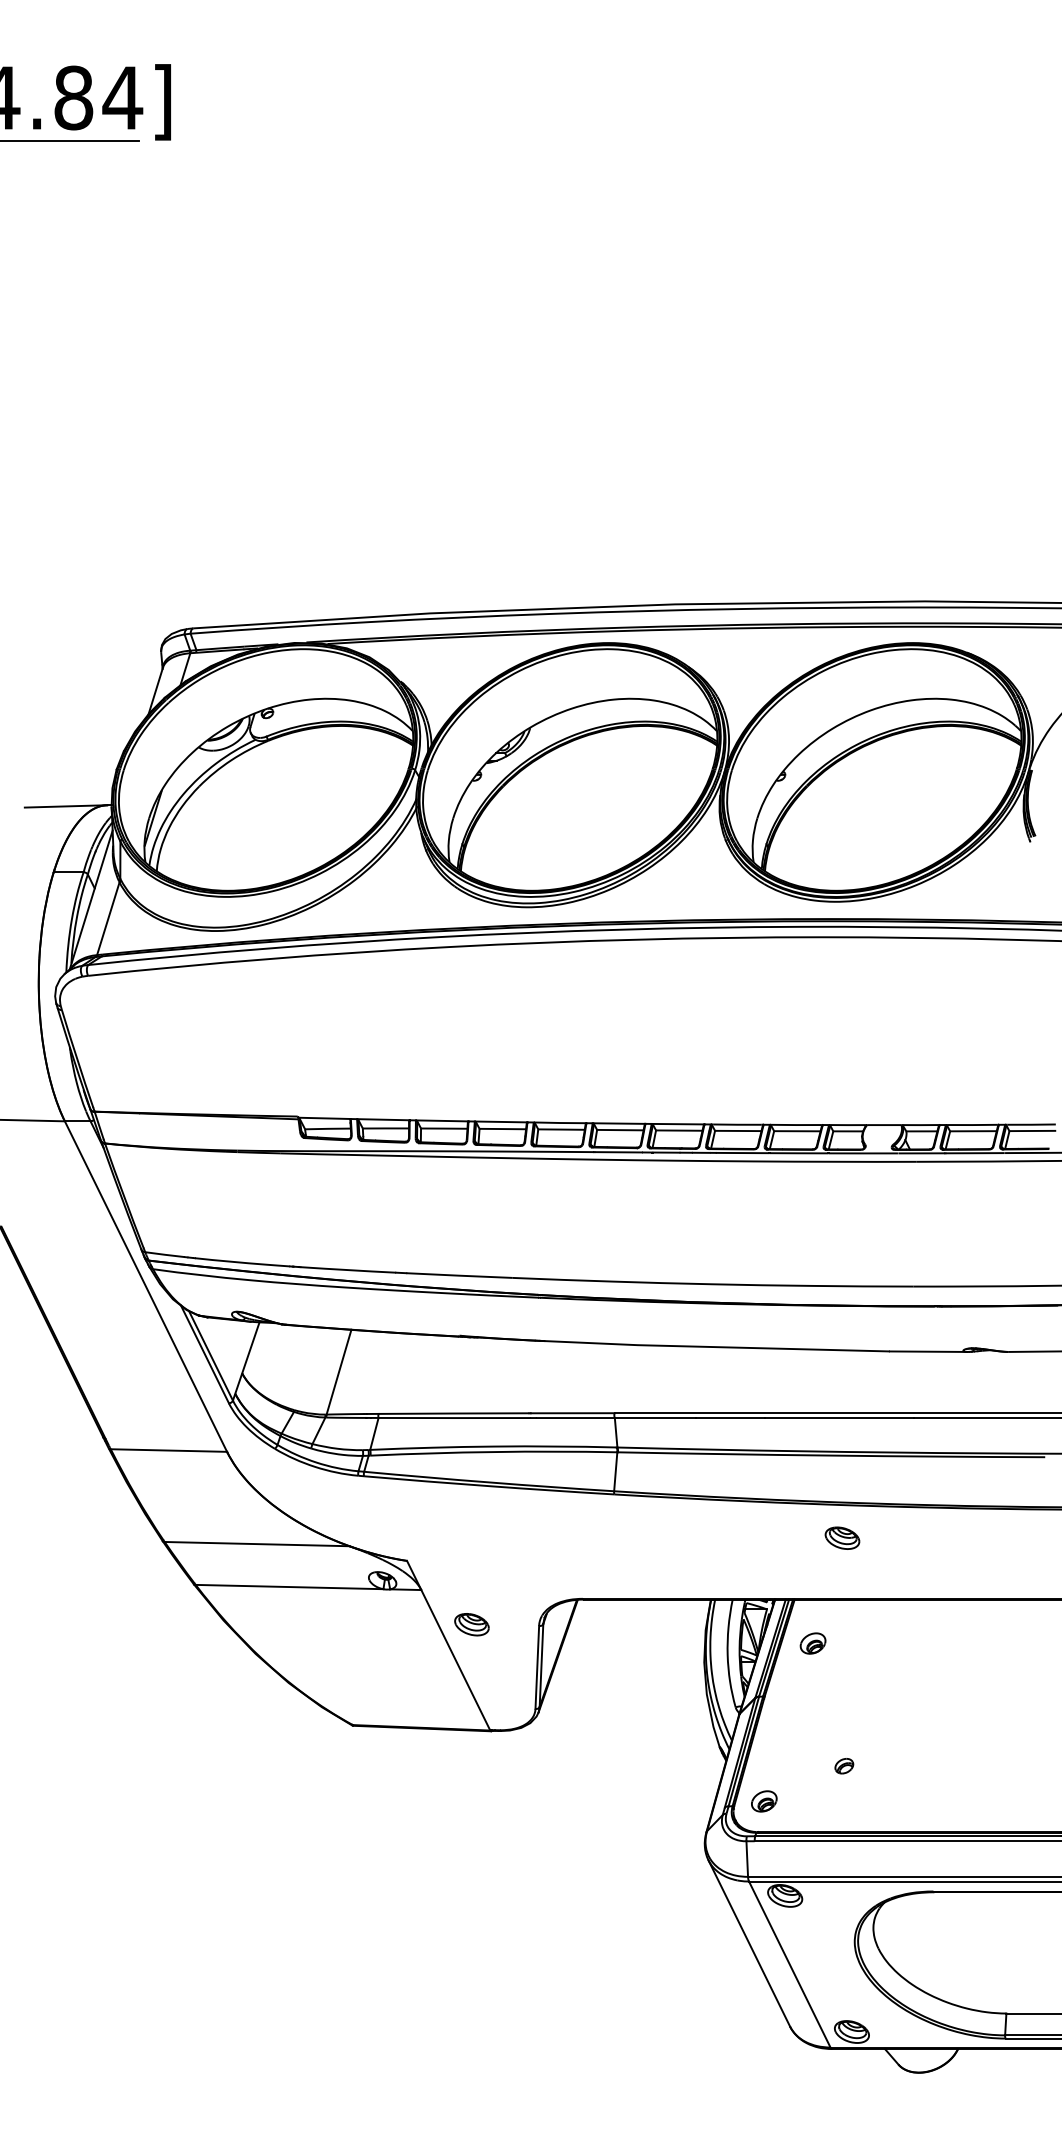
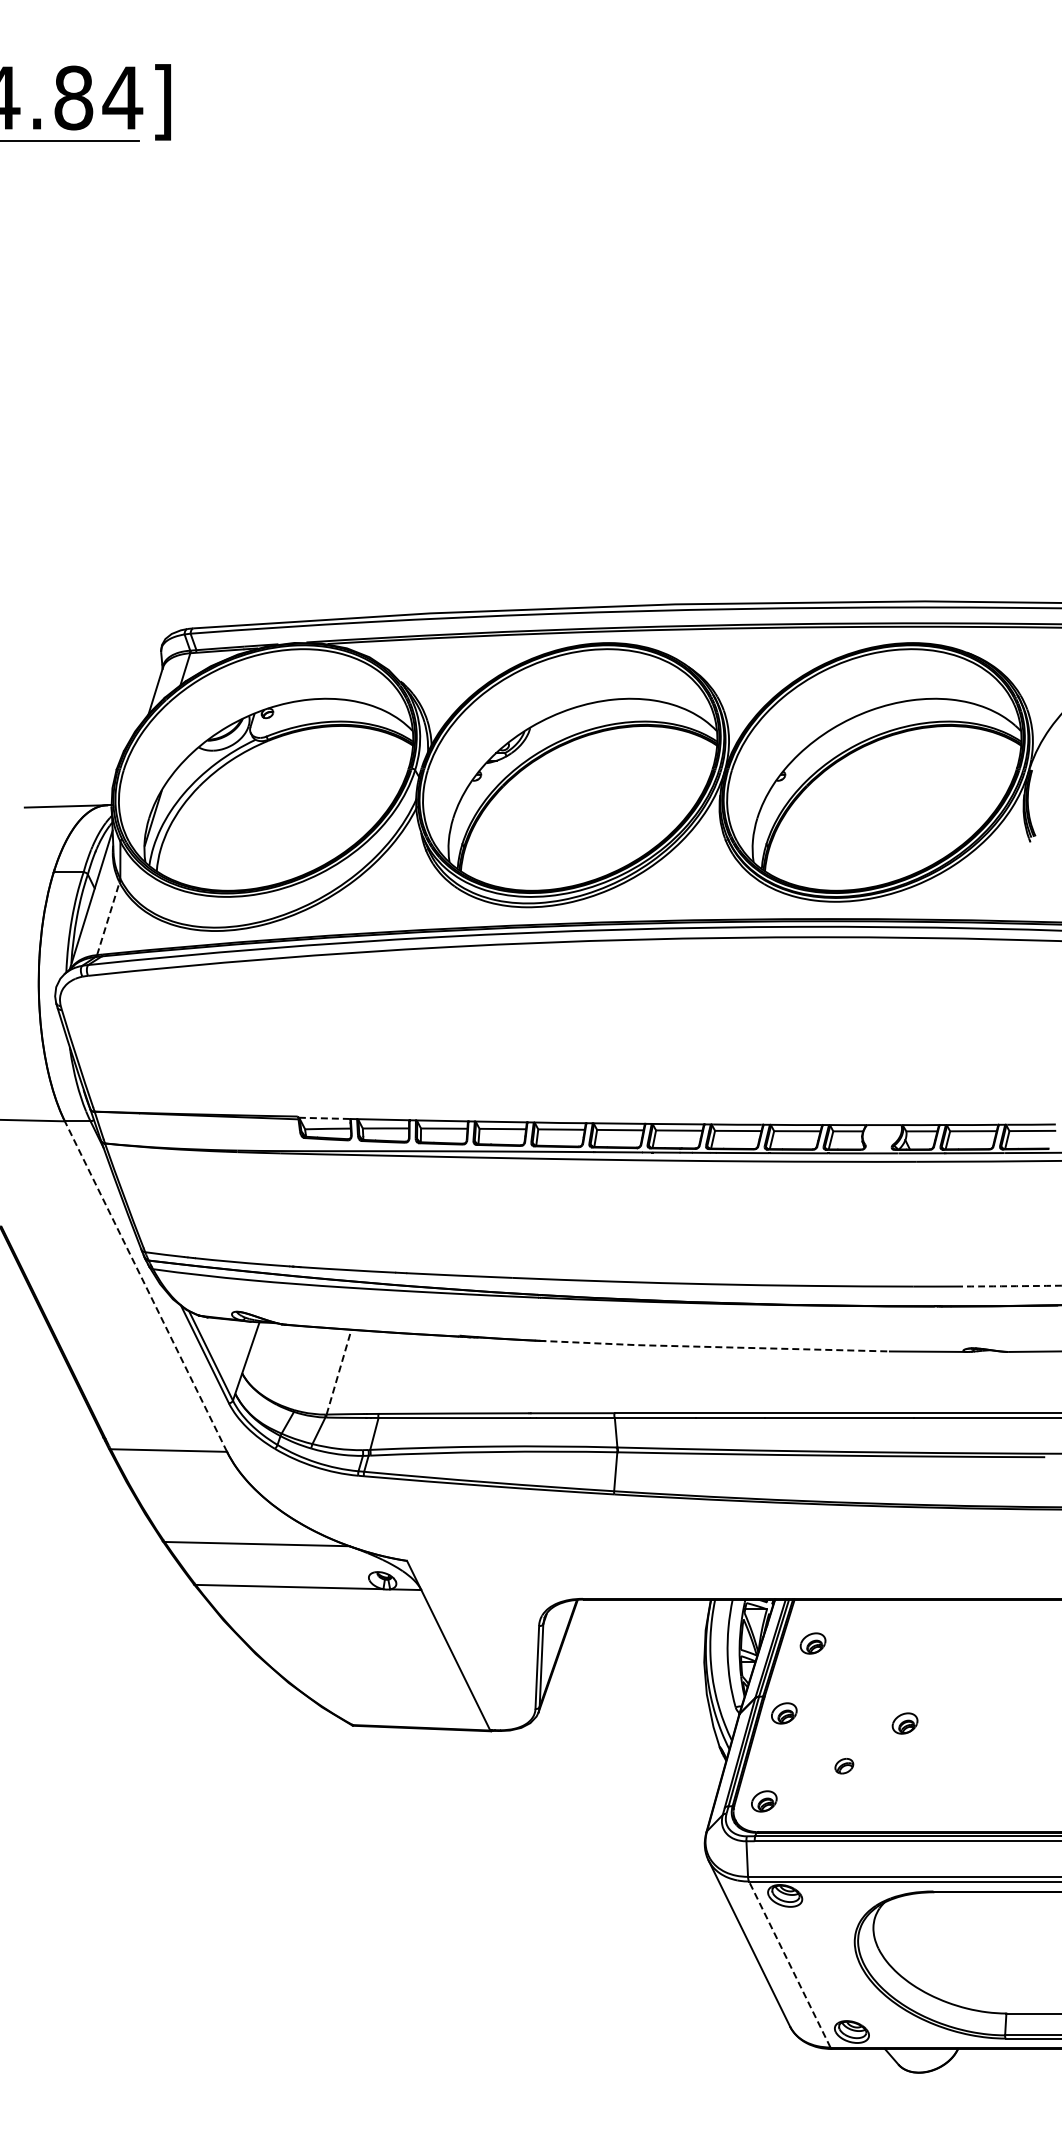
line at (108, 918): solid -> dashed
line at (325, 1118): solid -> dashed
line at (145, 1286): solid -> dashed
arc at (1009, 1286): solid -> dashed
line at (714, 1347): solid -> dashed
line at (339, 1371): solid -> dashed
part at (842, 1537): present -> none
part at (471, 1624): present -> none
part at (784, 1713): none -> present
part at (904, 1723): none -> present
line at (789, 1964): solid -> dashed
